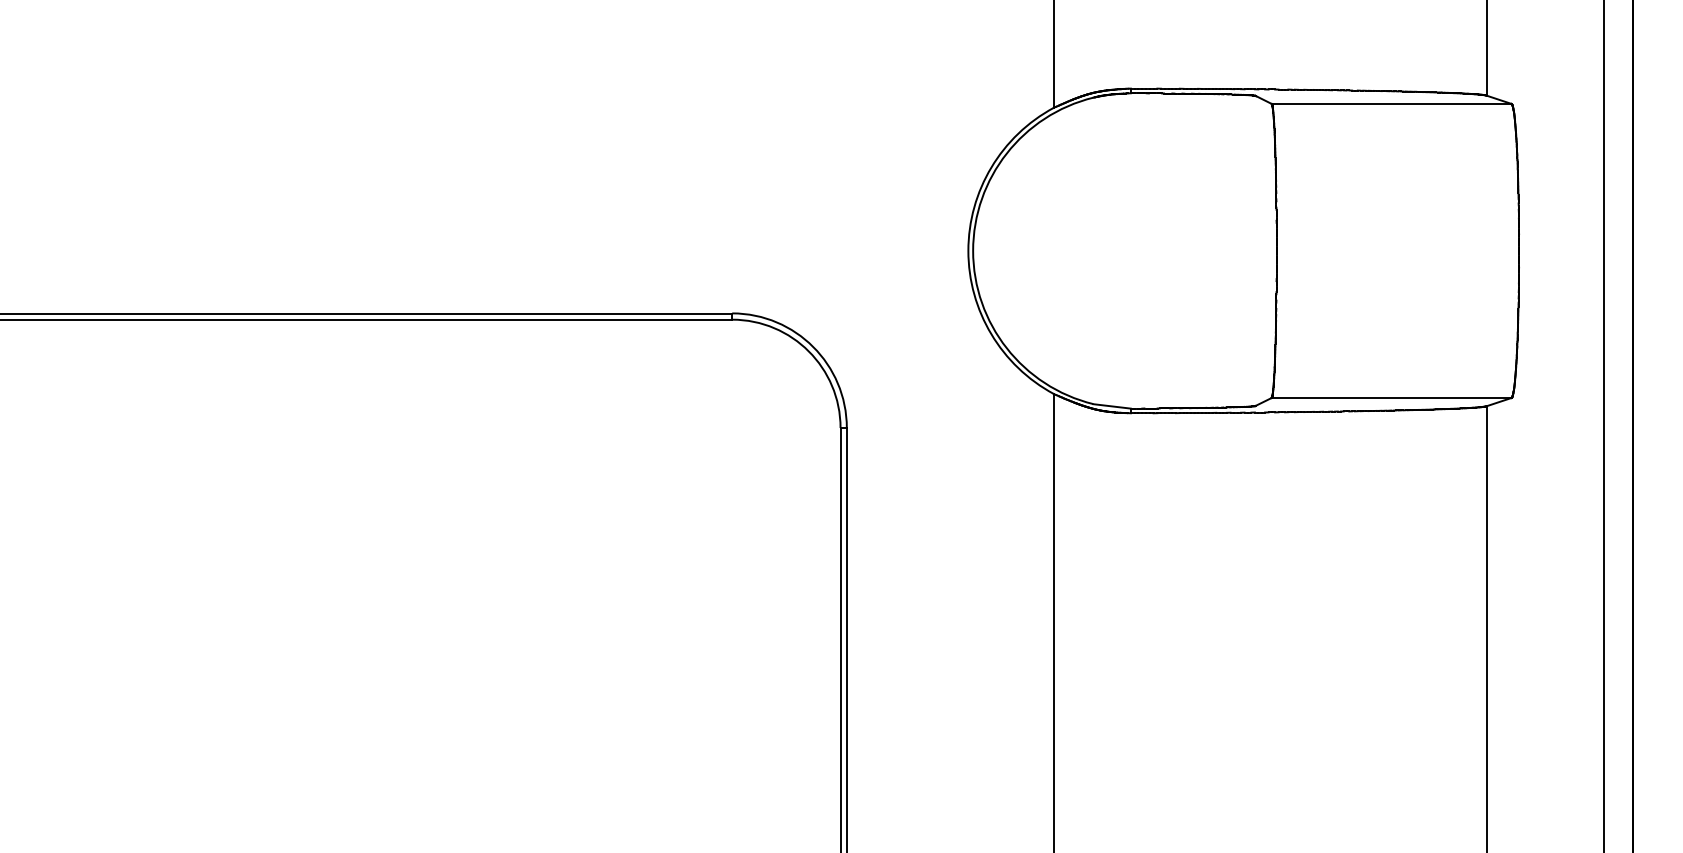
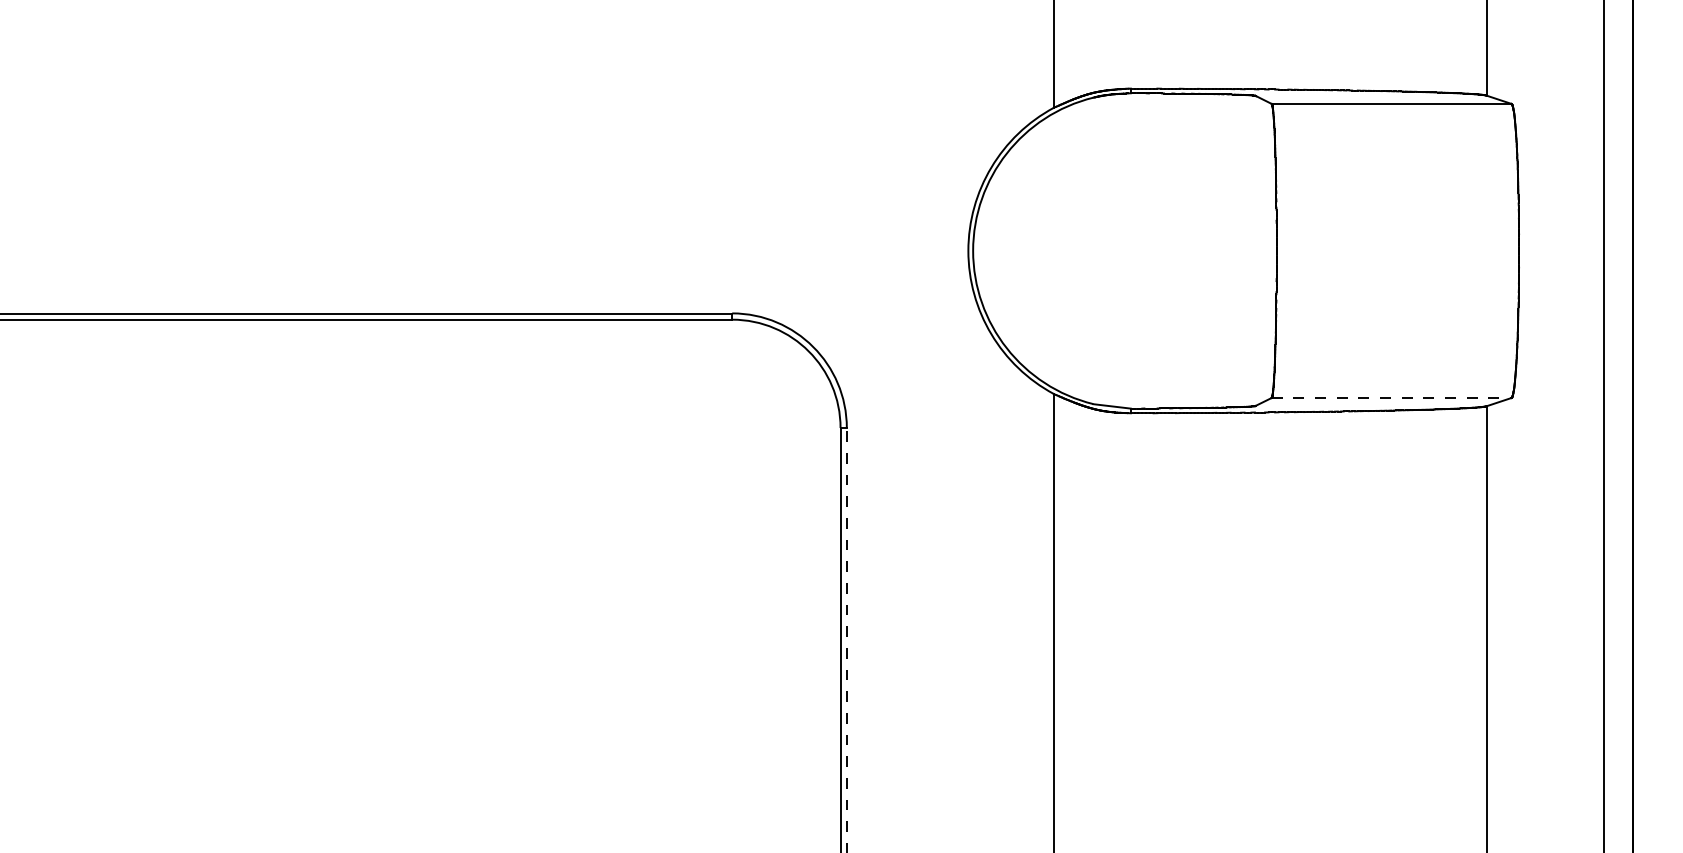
line at (1391, 398): solid -> dashed
line at (846, 640): solid -> dashed
